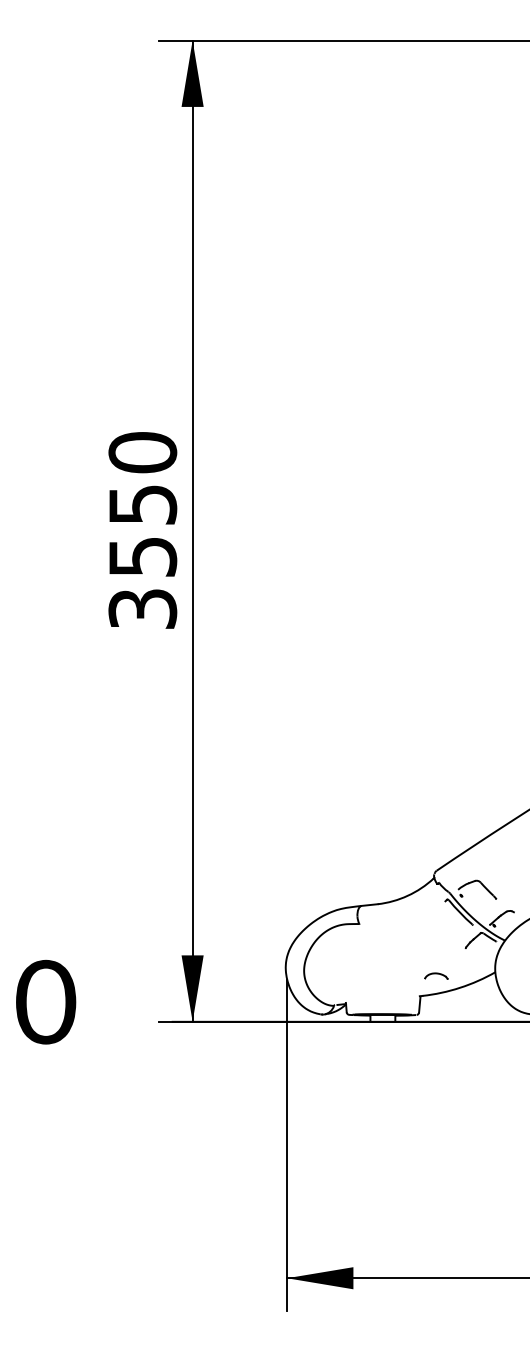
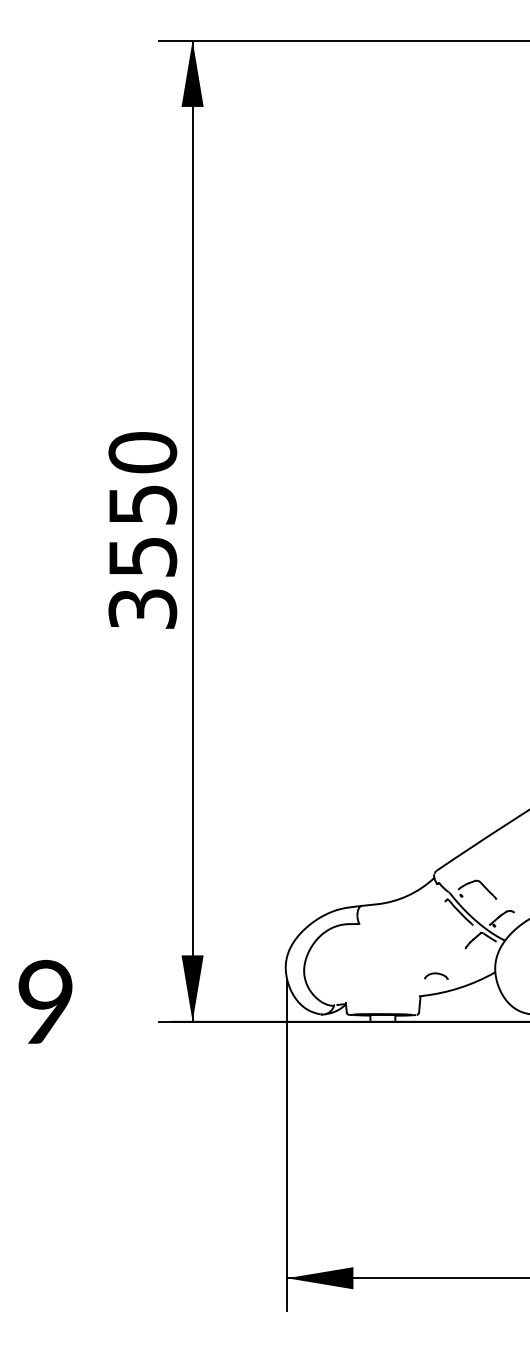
text at (46, 1002): 0 -> 9
